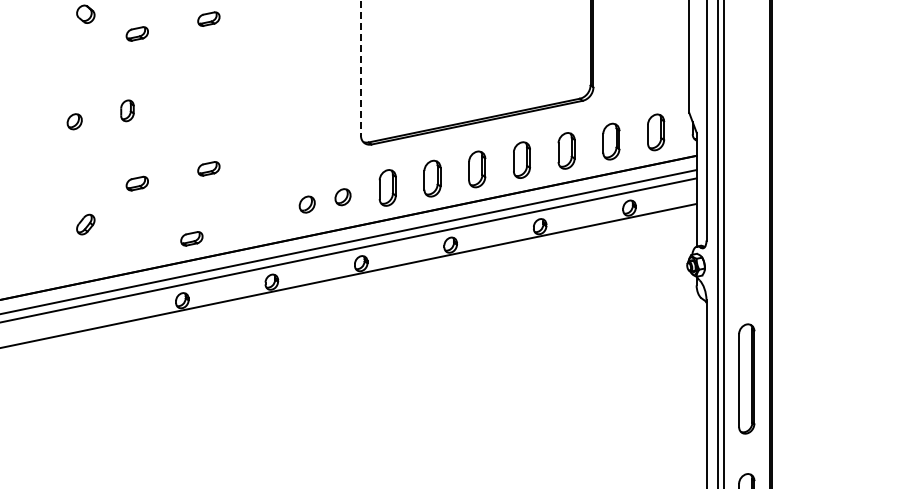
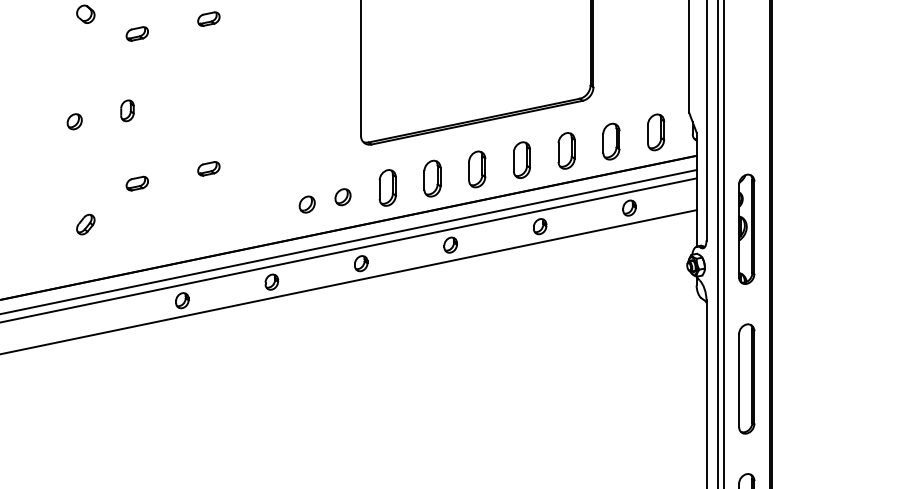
line at (360, 68): dashed -> solid
part at (746, 228): none -> present
part at (191, 238): present -> none
line at (348, 275) position: (348, 275) -> (349, 281)
